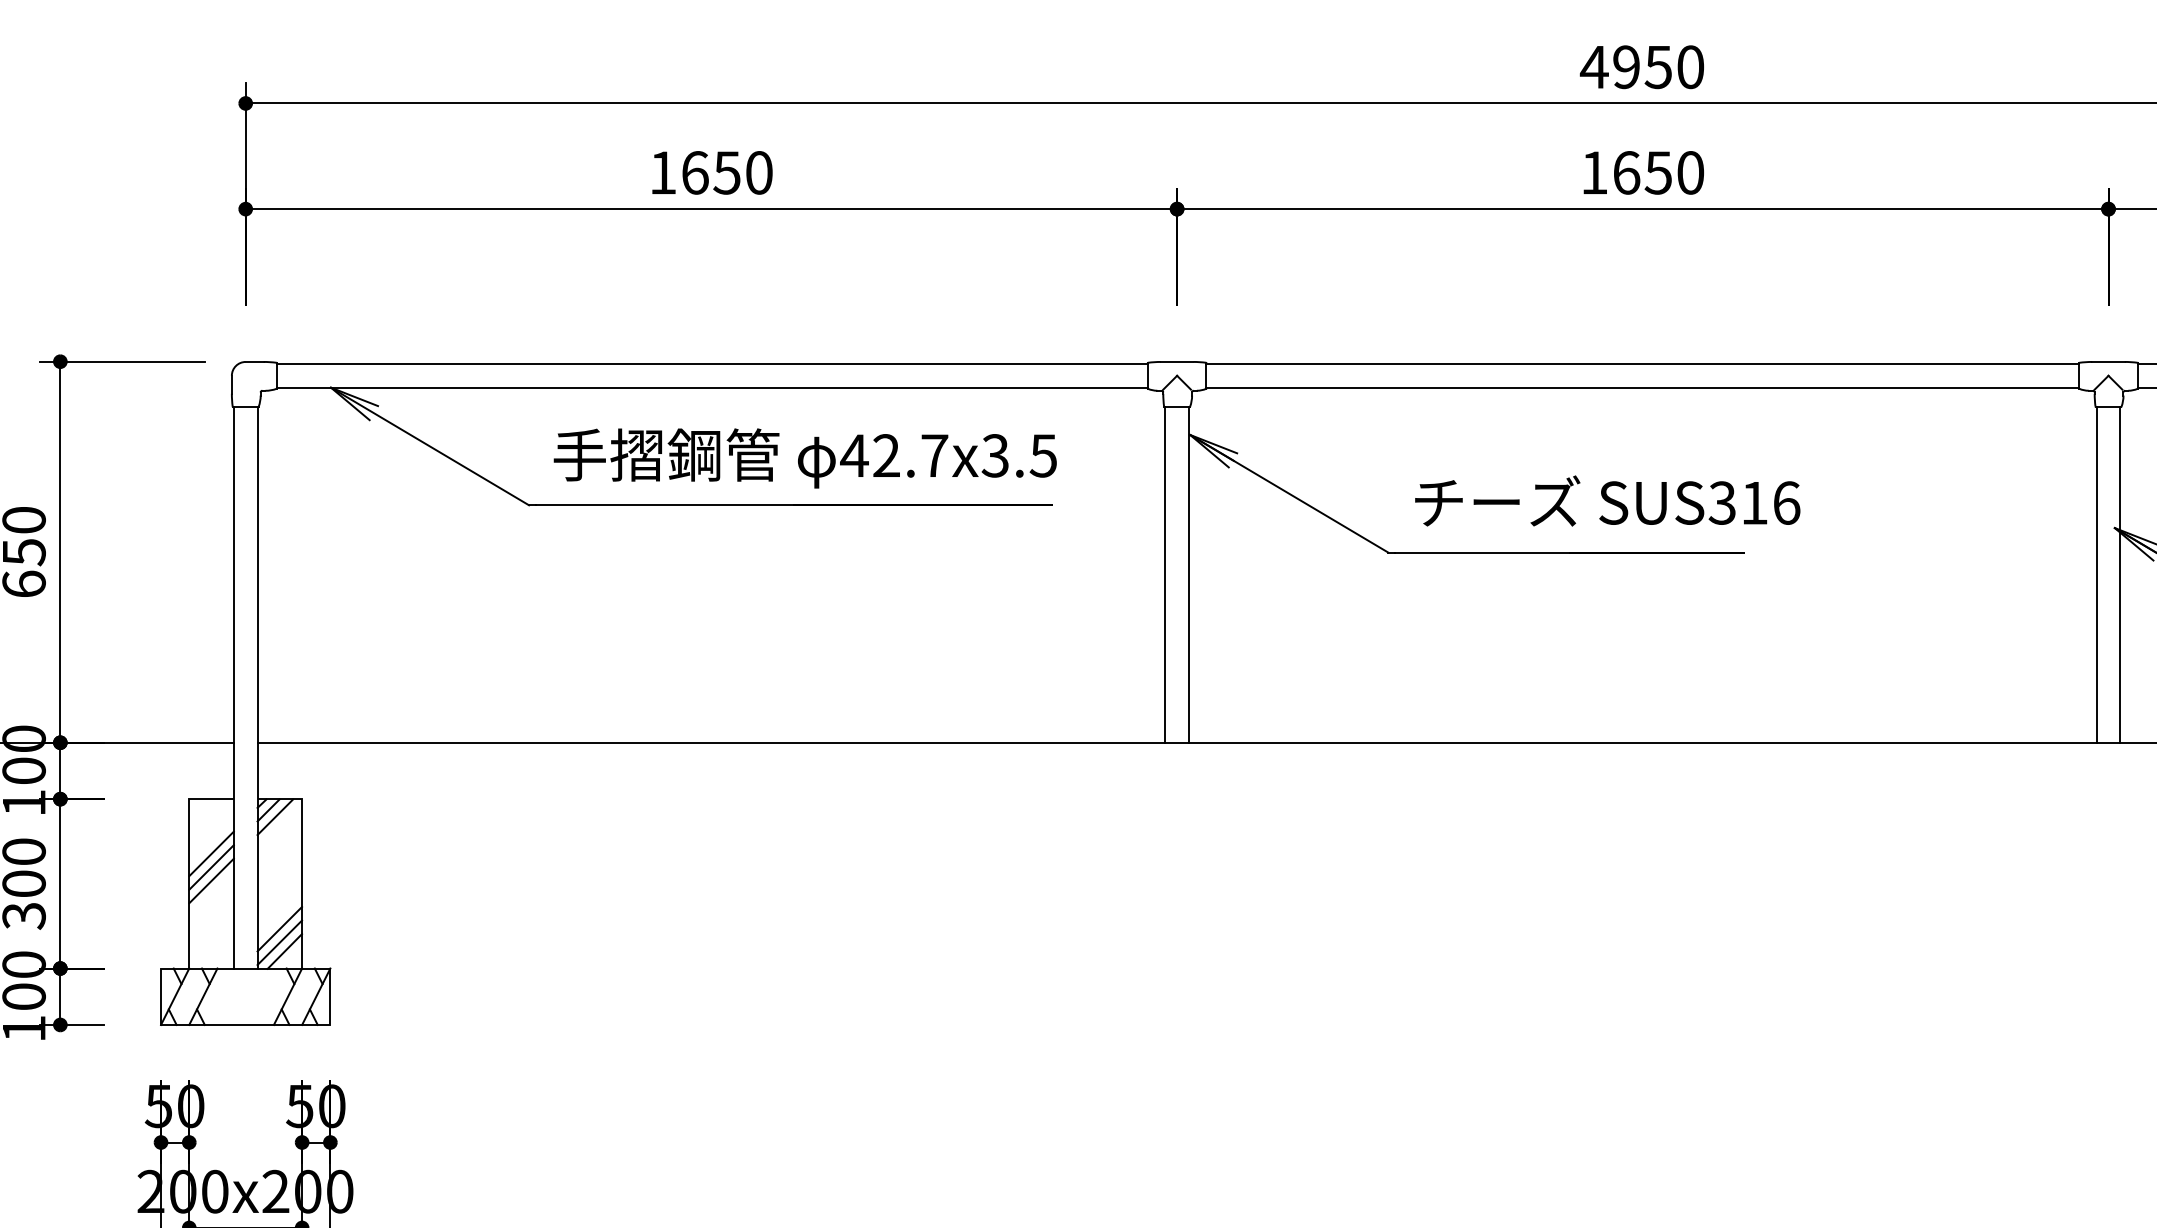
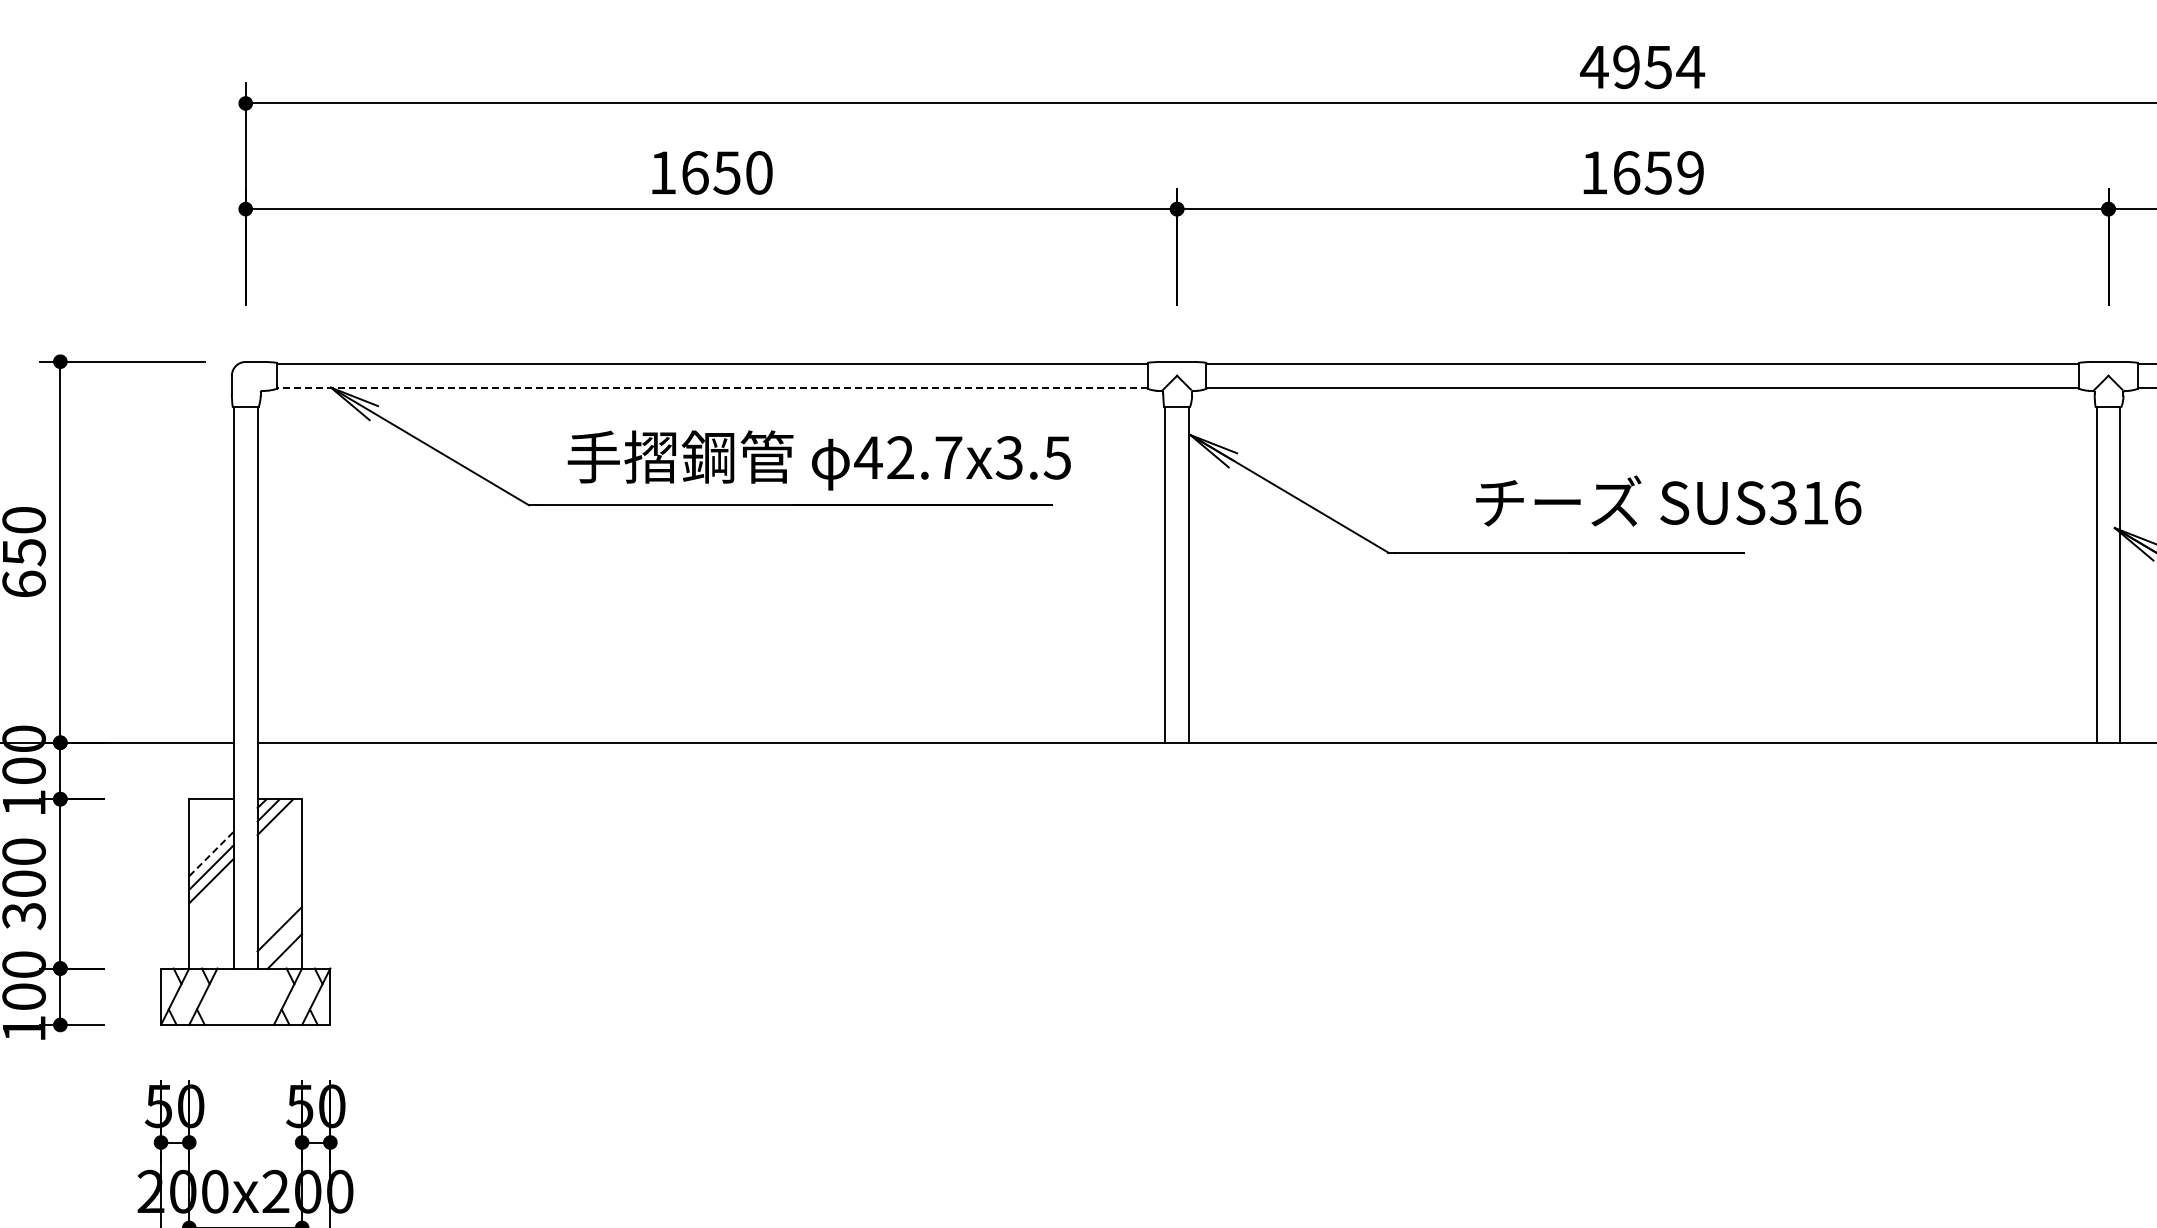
text at (1690, 67): 4950 -> 4954
text at (1690, 172): 1650 -> 1659
line at (712, 387): solid -> dashed
text at (804, 458) position: (804, 458) -> (818, 460)
text at (1607, 500) position: (1607, 500) -> (1668, 500)
line at (211, 853): solid -> dashed
line at (279, 942): present -> none
